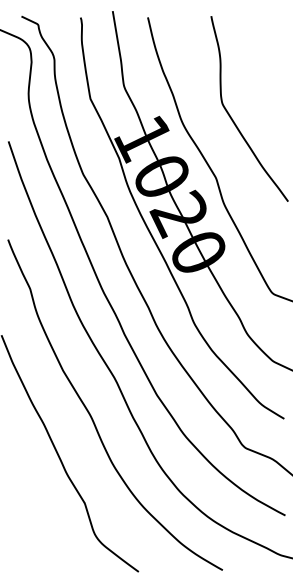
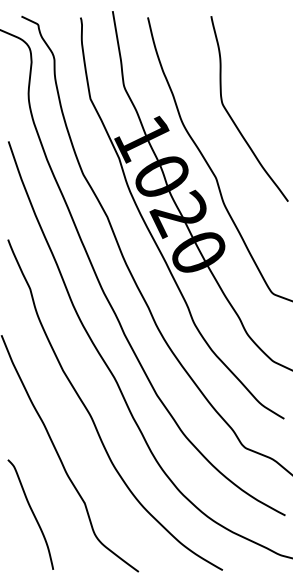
curve at (32, 514): none -> present
